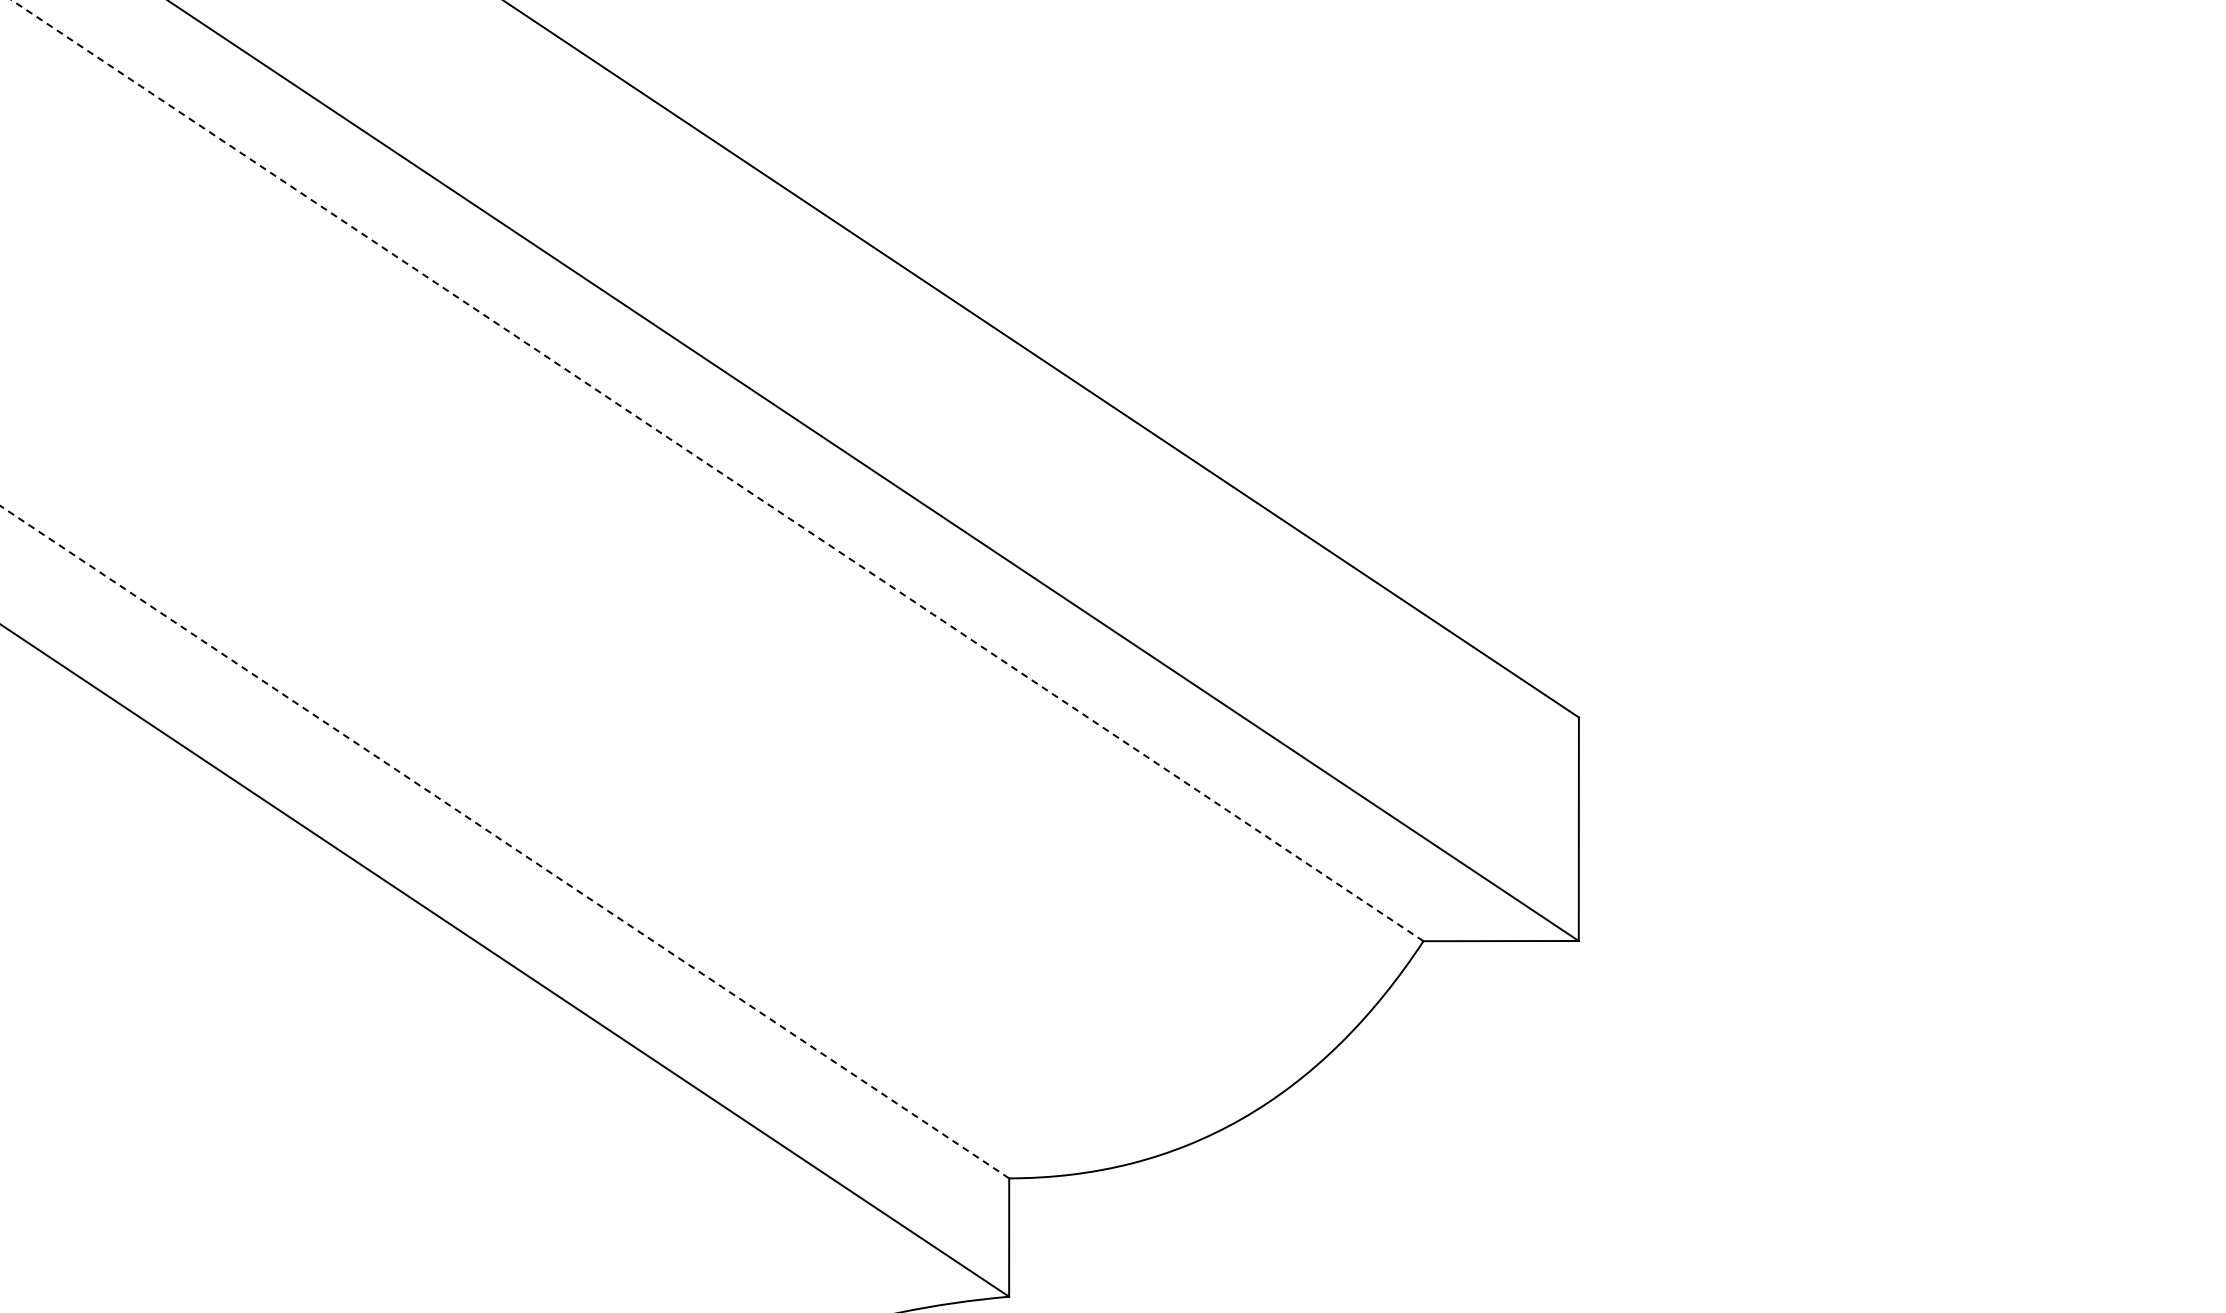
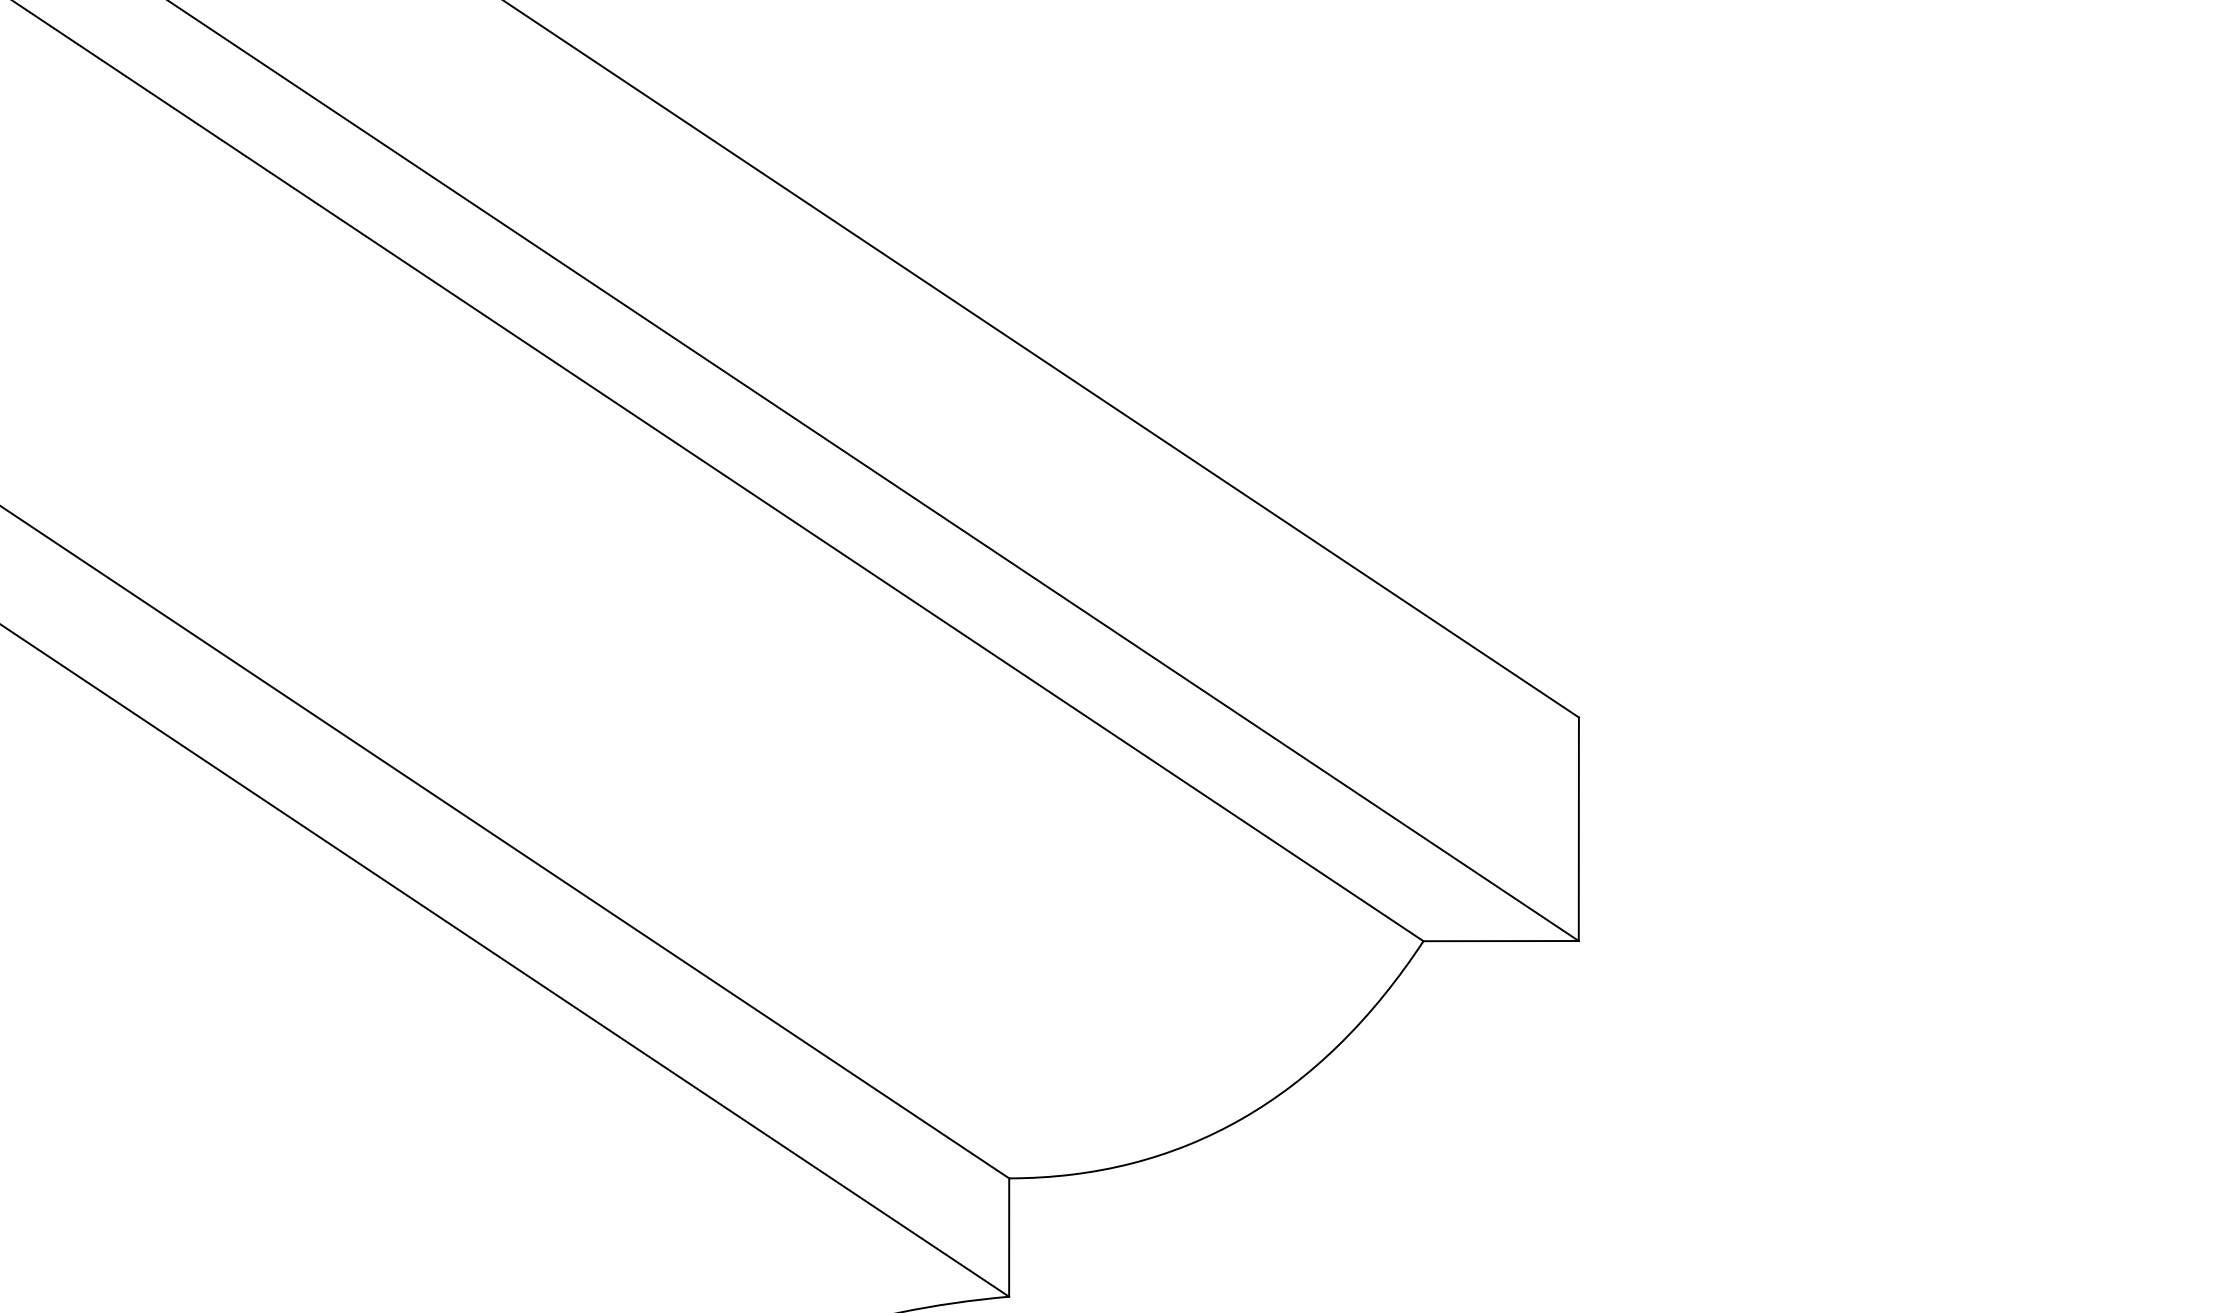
line at (717, 470): dashed -> solid
line at (504, 841): dashed -> solid
